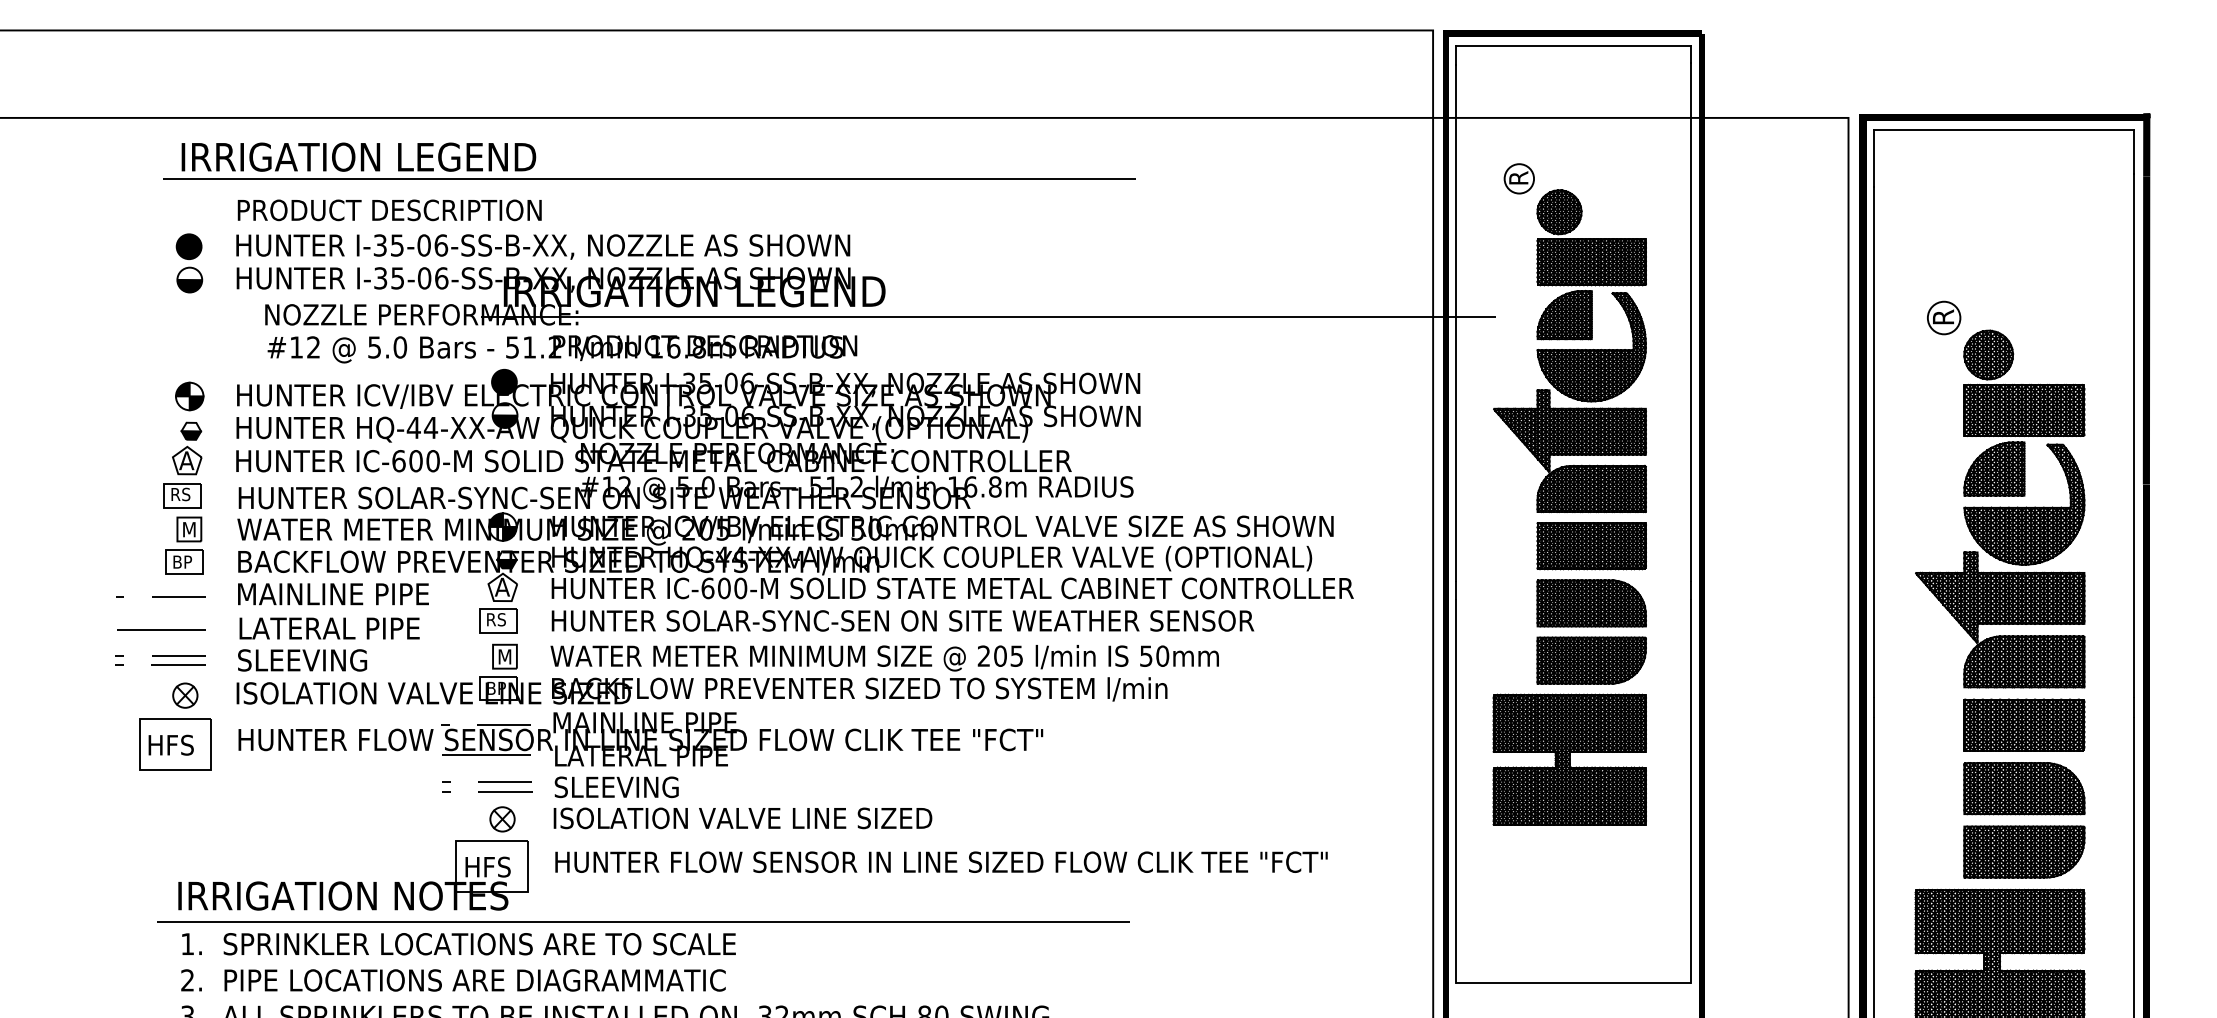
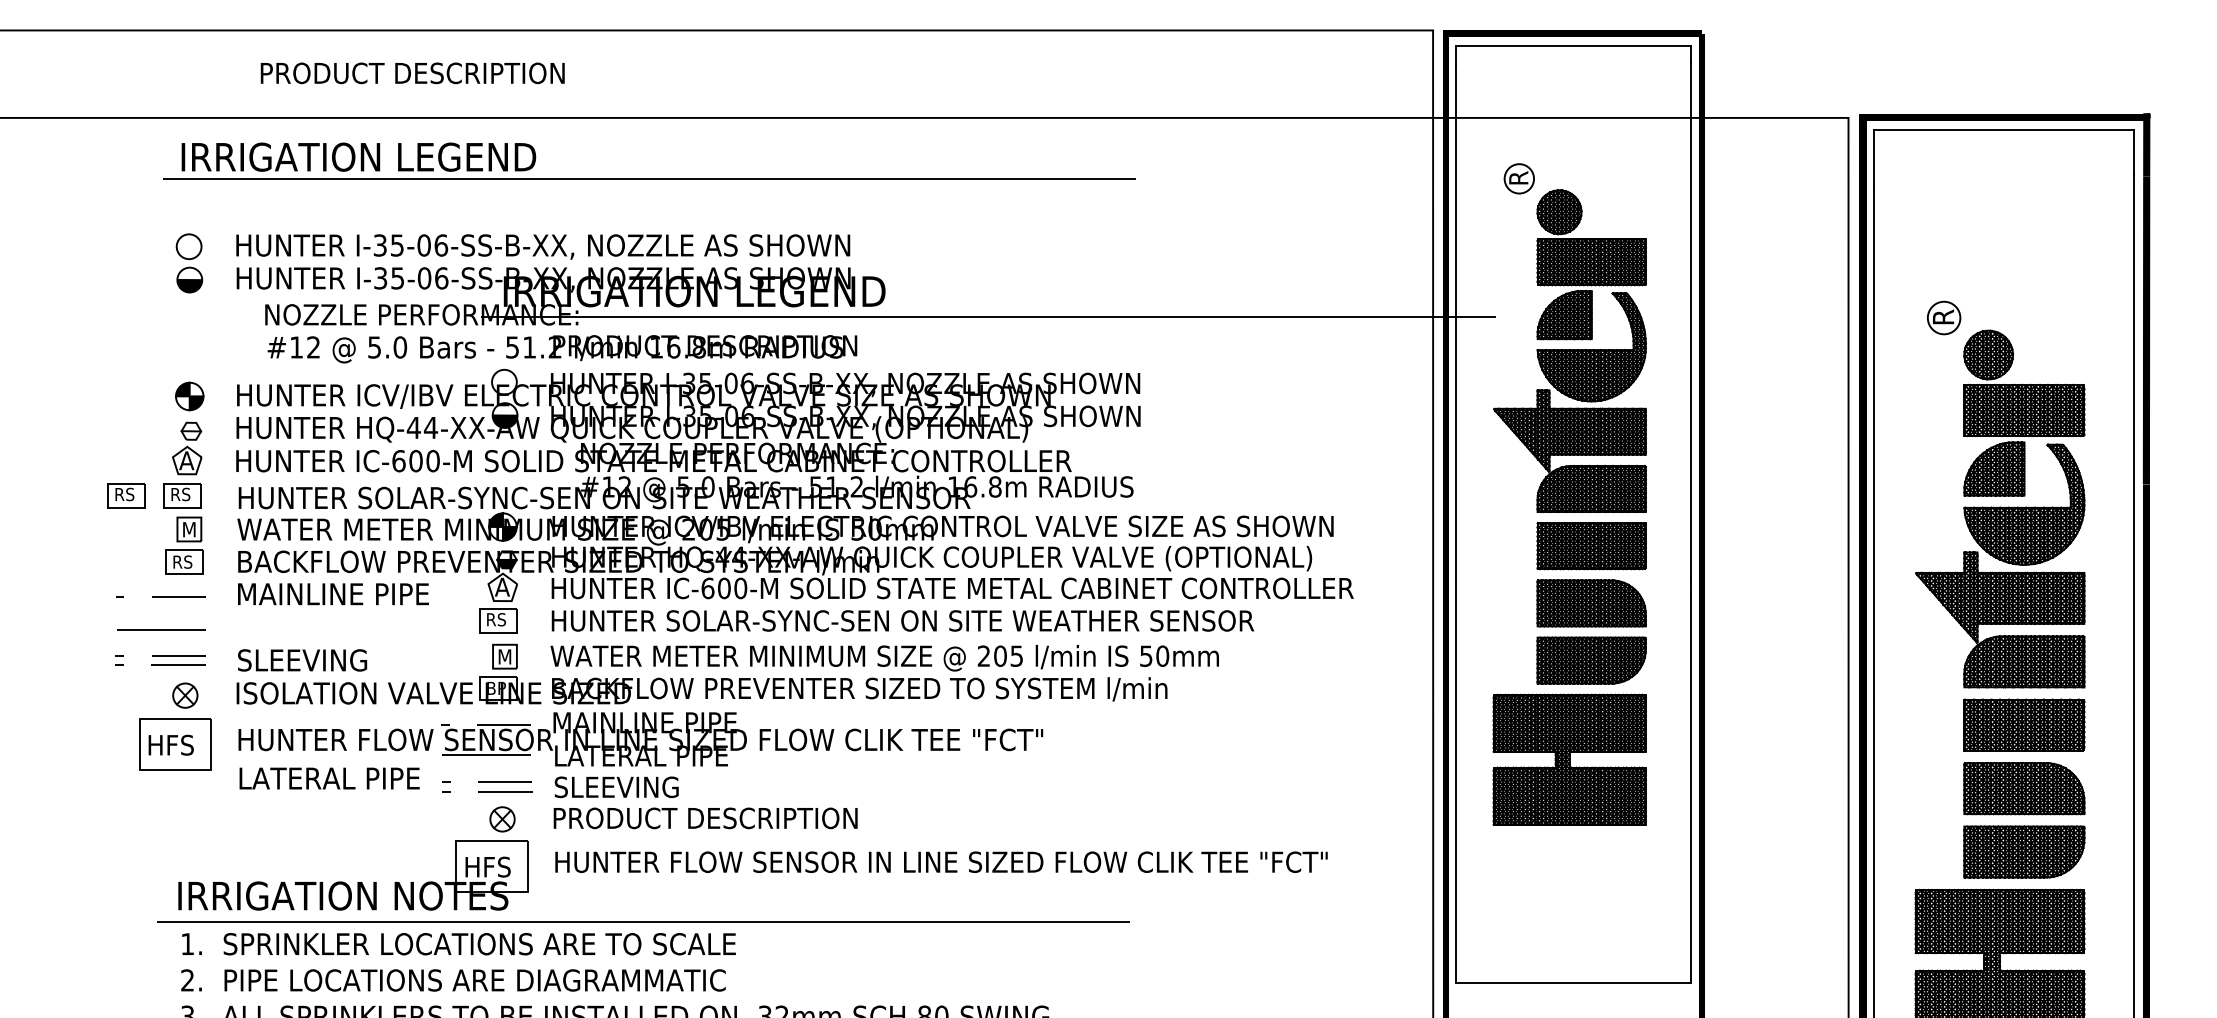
text at (389, 210) position: (389, 210) -> (412, 73)
fill at (188, 246): present -> none
fill at (504, 381): present -> none
fill at (191, 435): present -> none
part at (126, 495): none -> present
text at (183, 561): BP -> RS
text at (329, 628) position: (329, 628) -> (329, 778)
text at (744, 818): ISOLATION VALVE LINE SIZED -> PRODUCT DESCRIPTION
